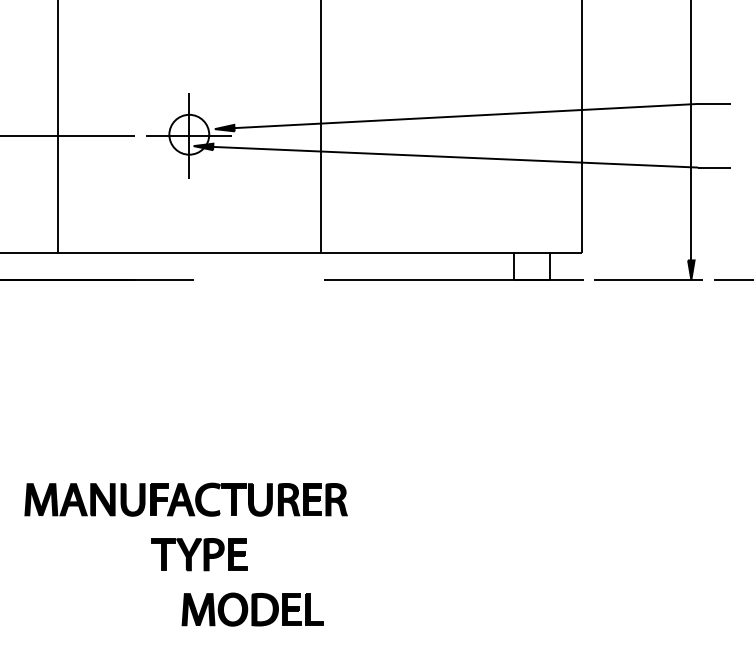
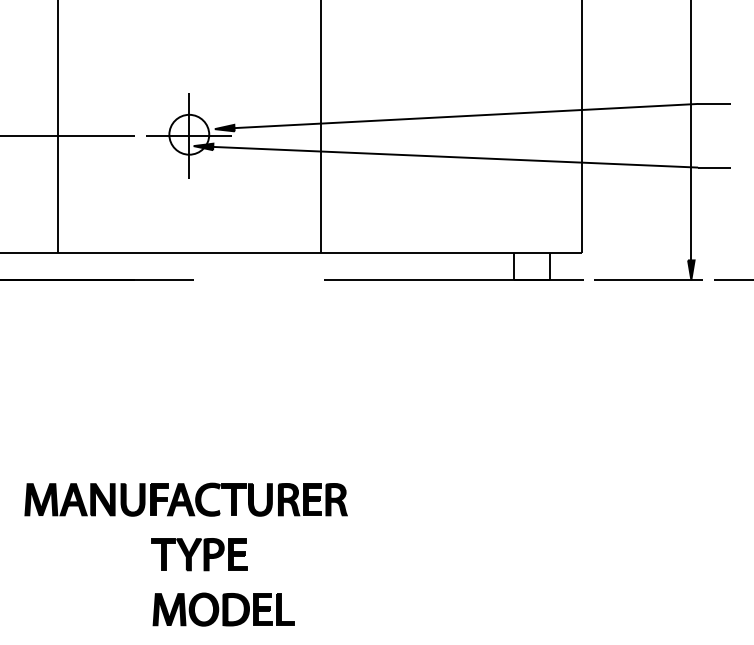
part at (252, 609) position: (252, 609) -> (223, 609)
